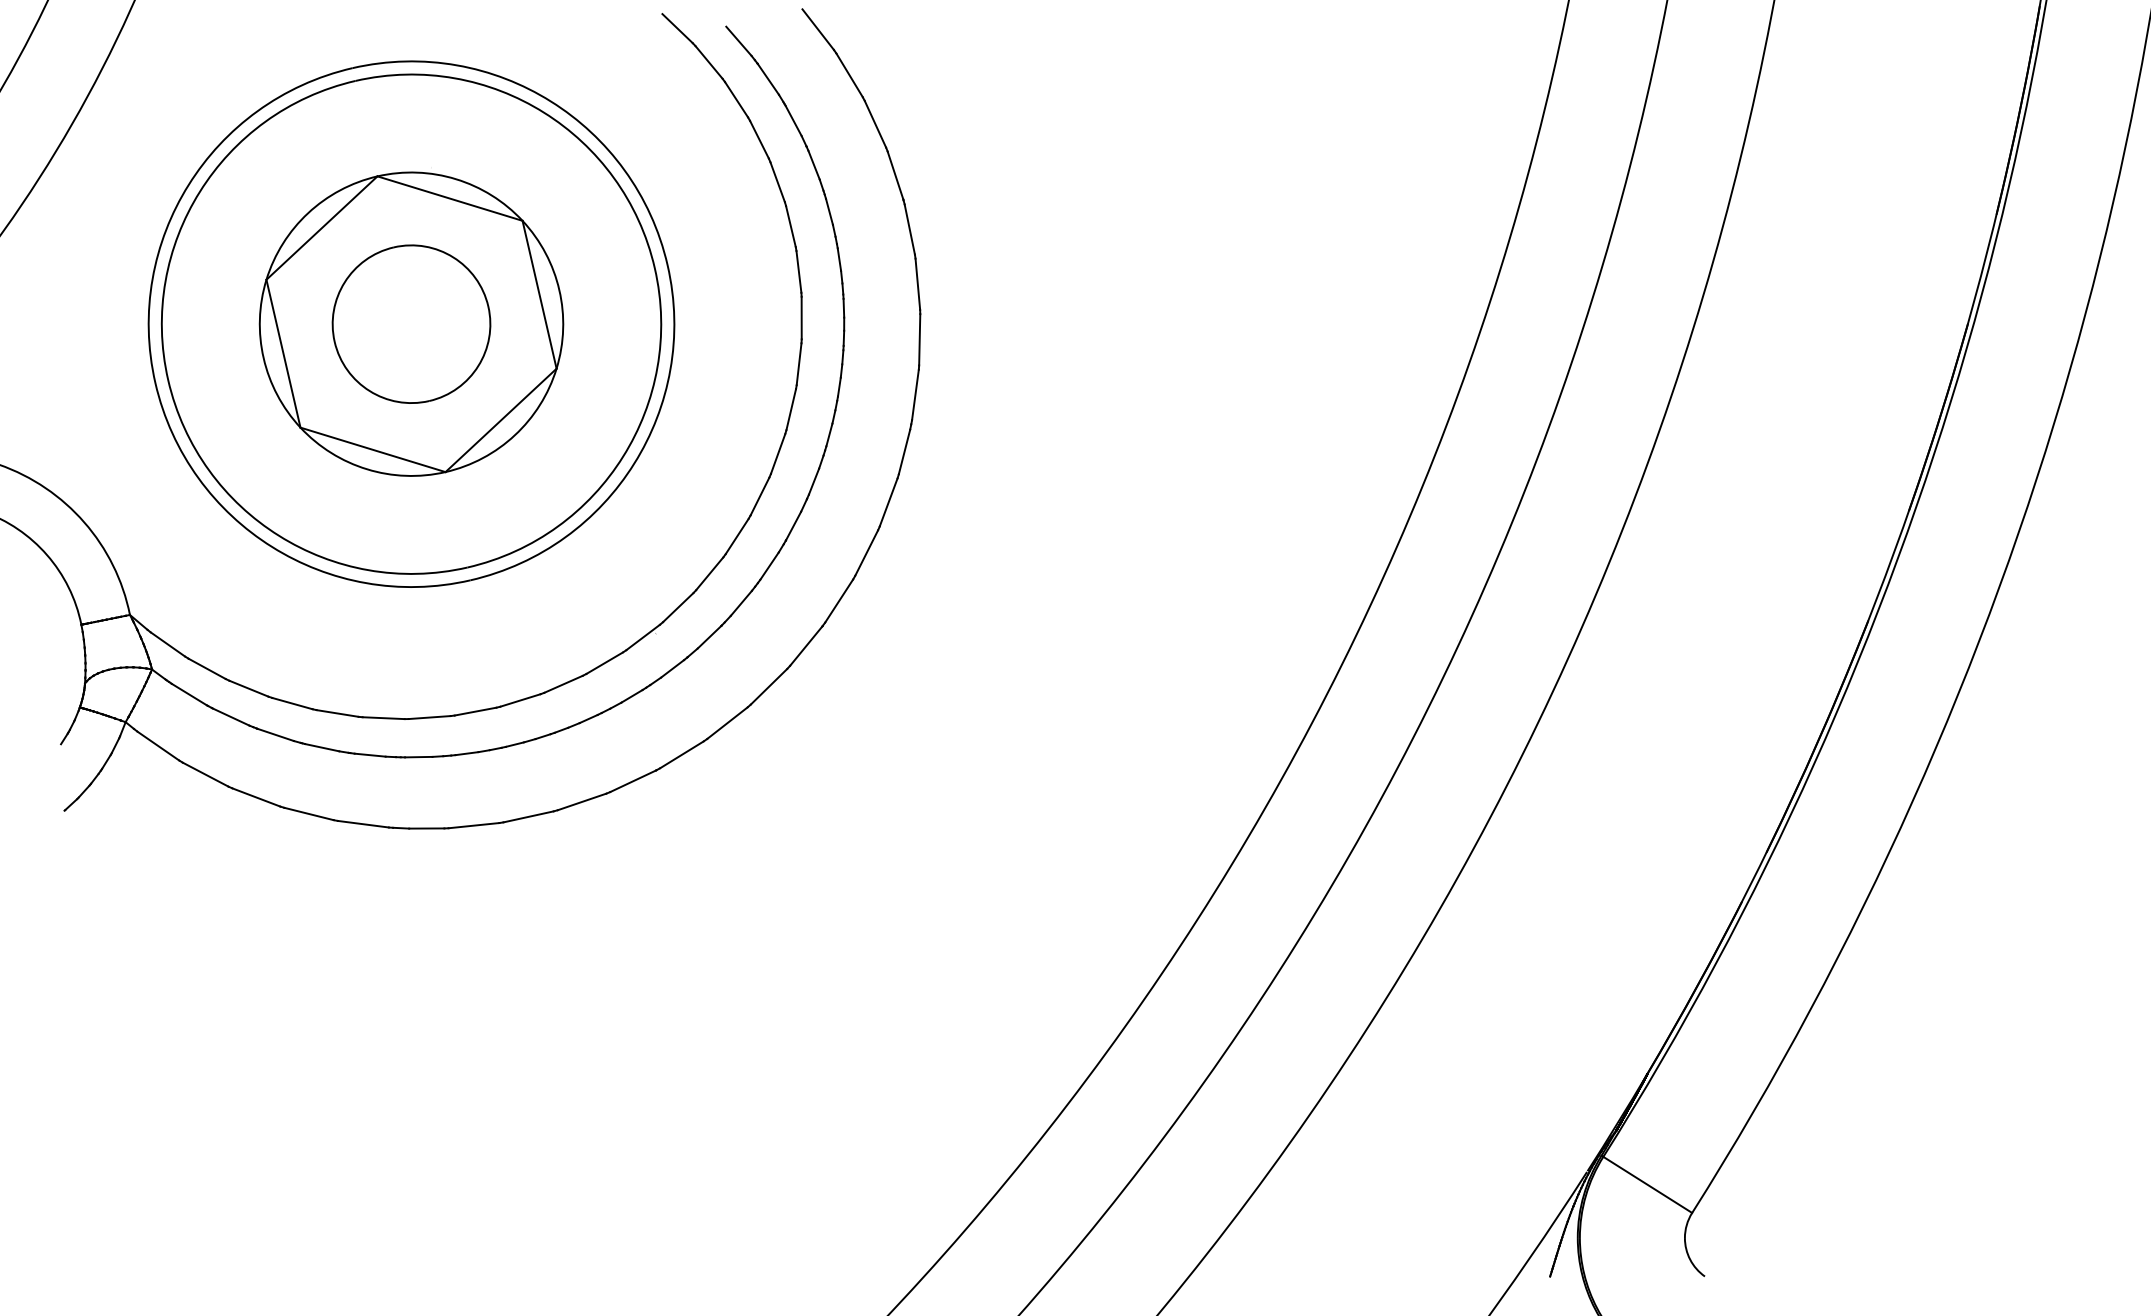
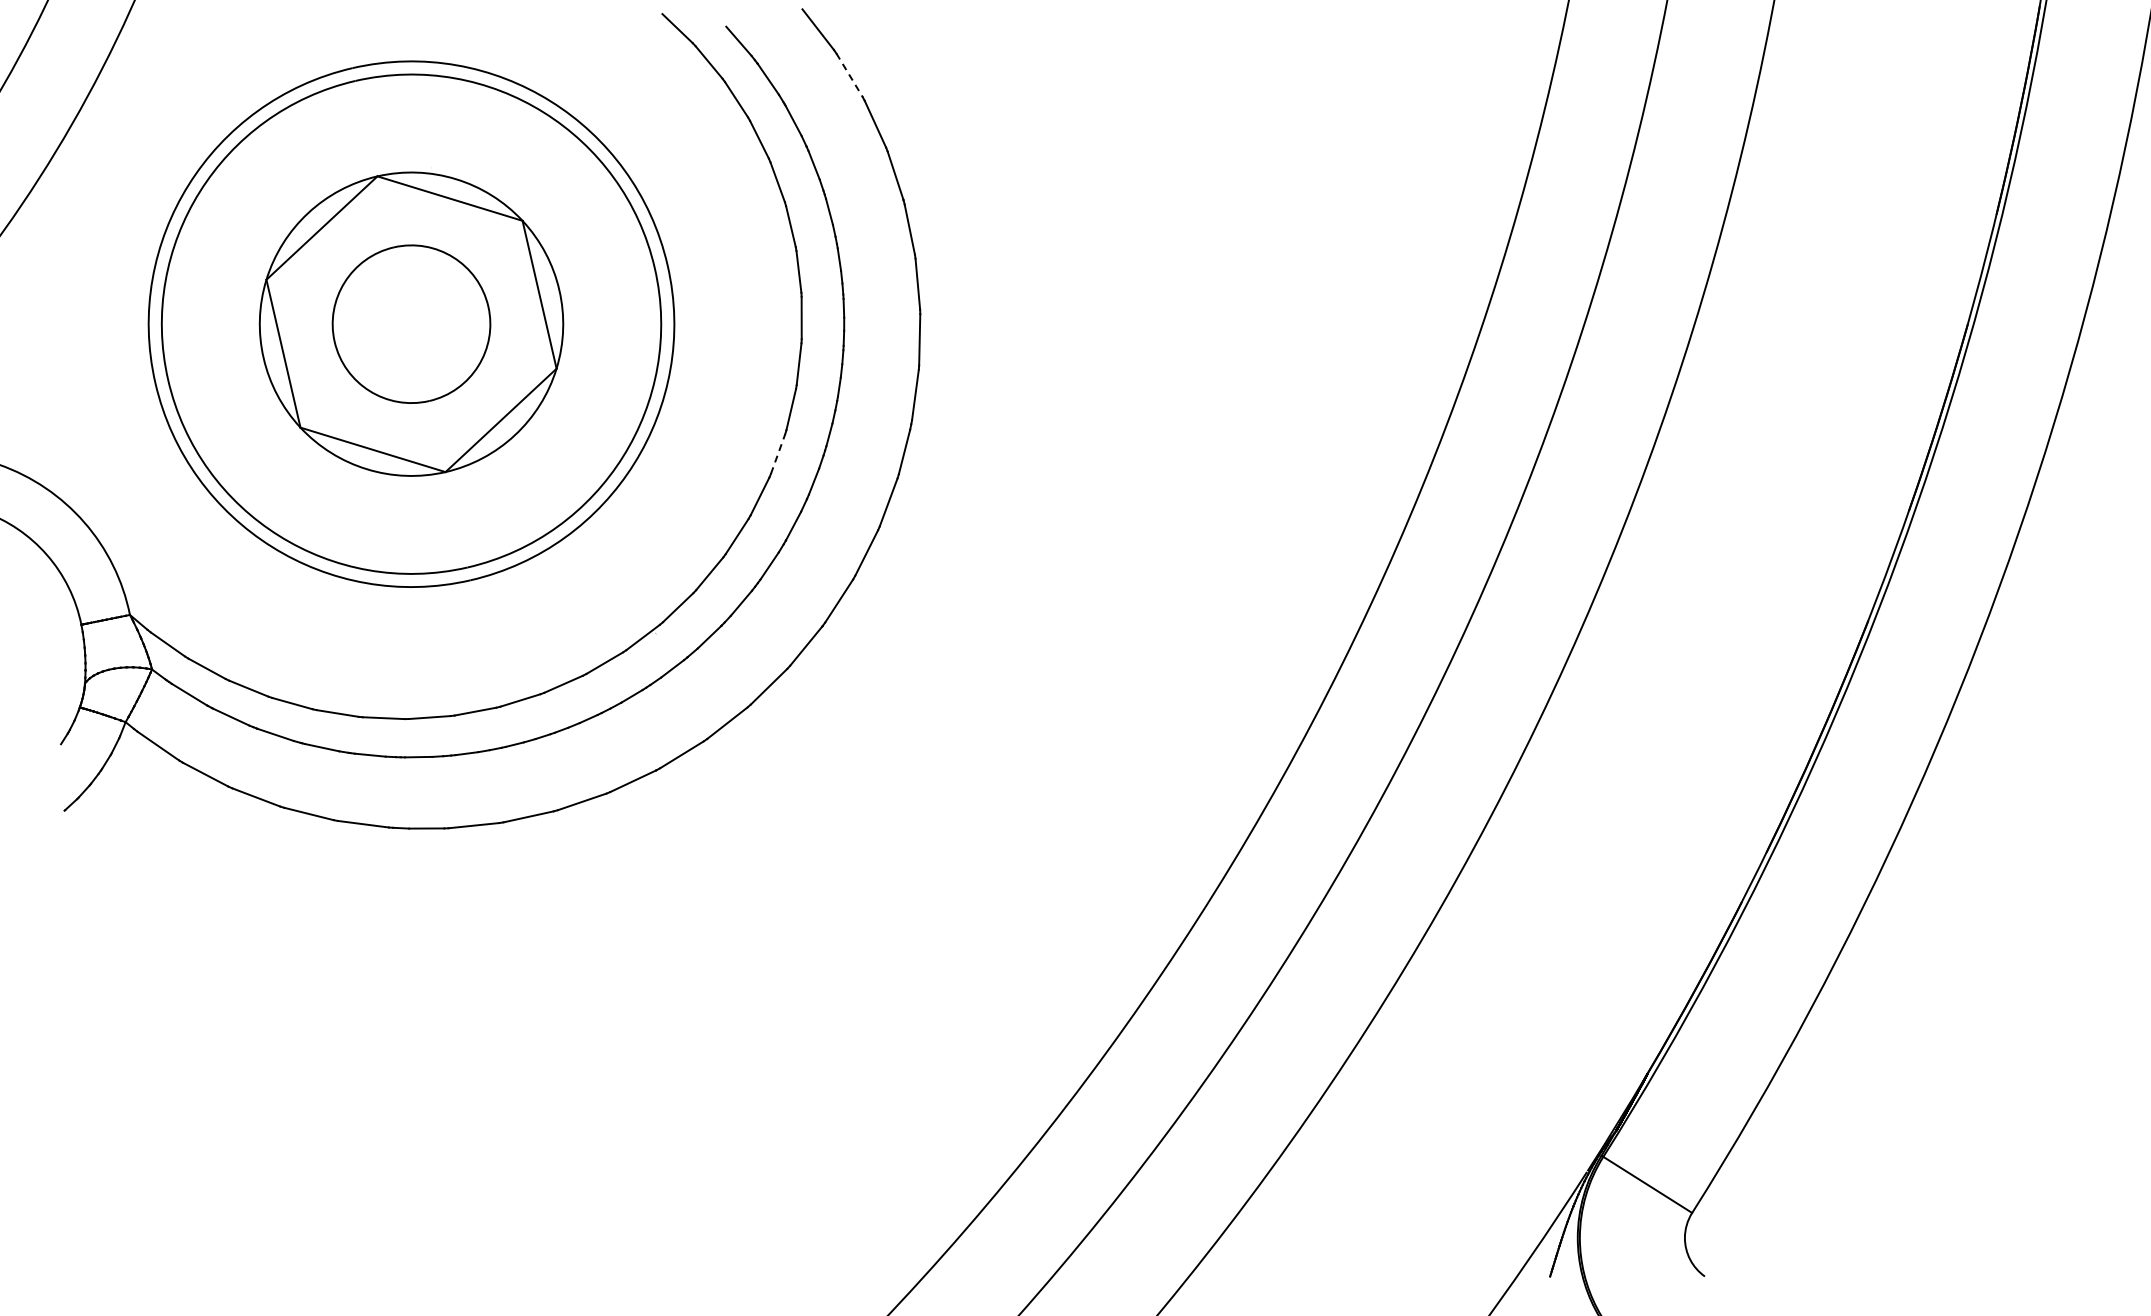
line at (849, 75): solid -> dashed
line at (778, 453): solid -> dashed
